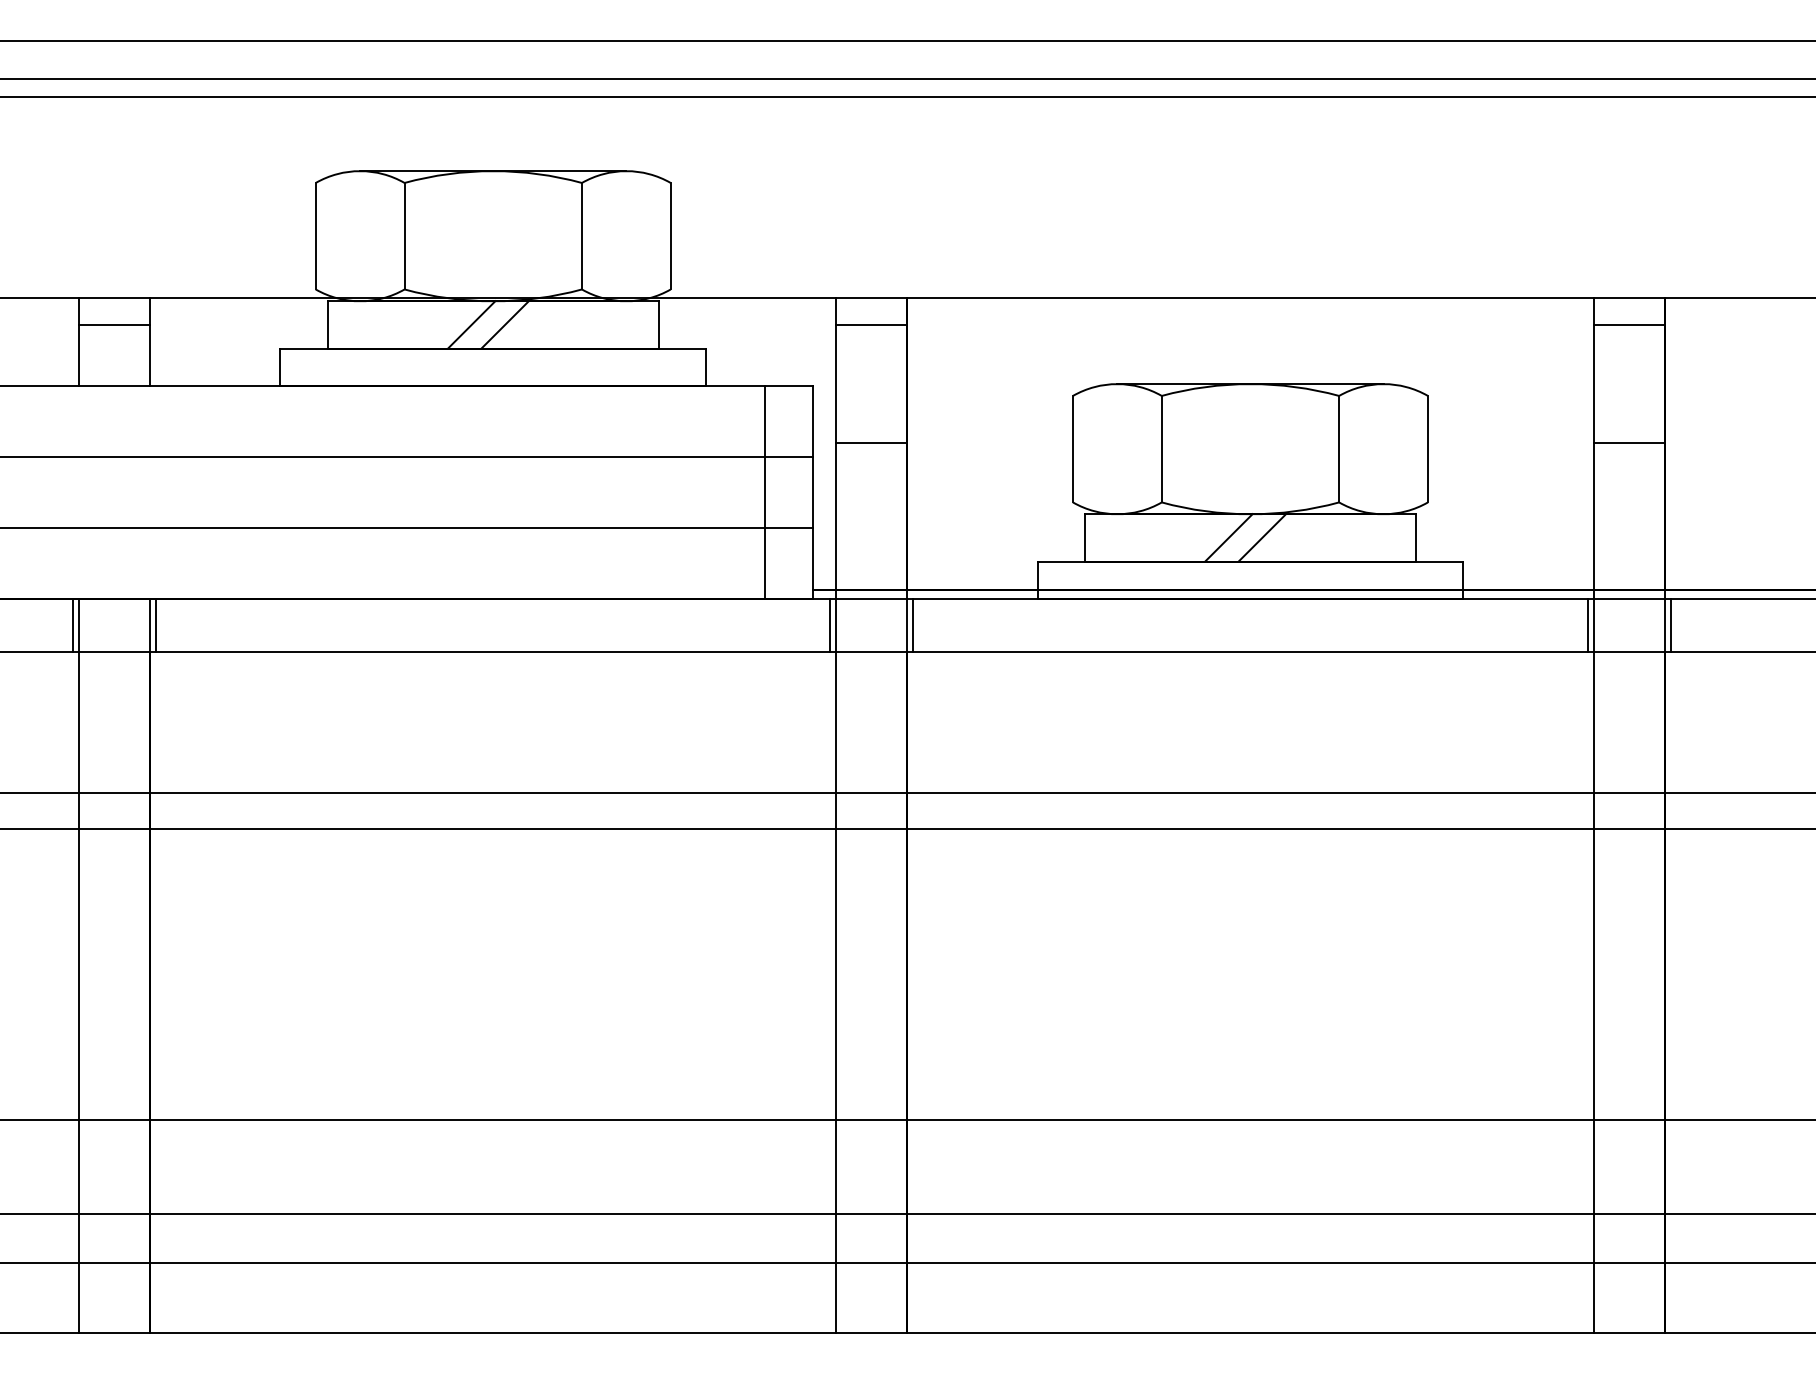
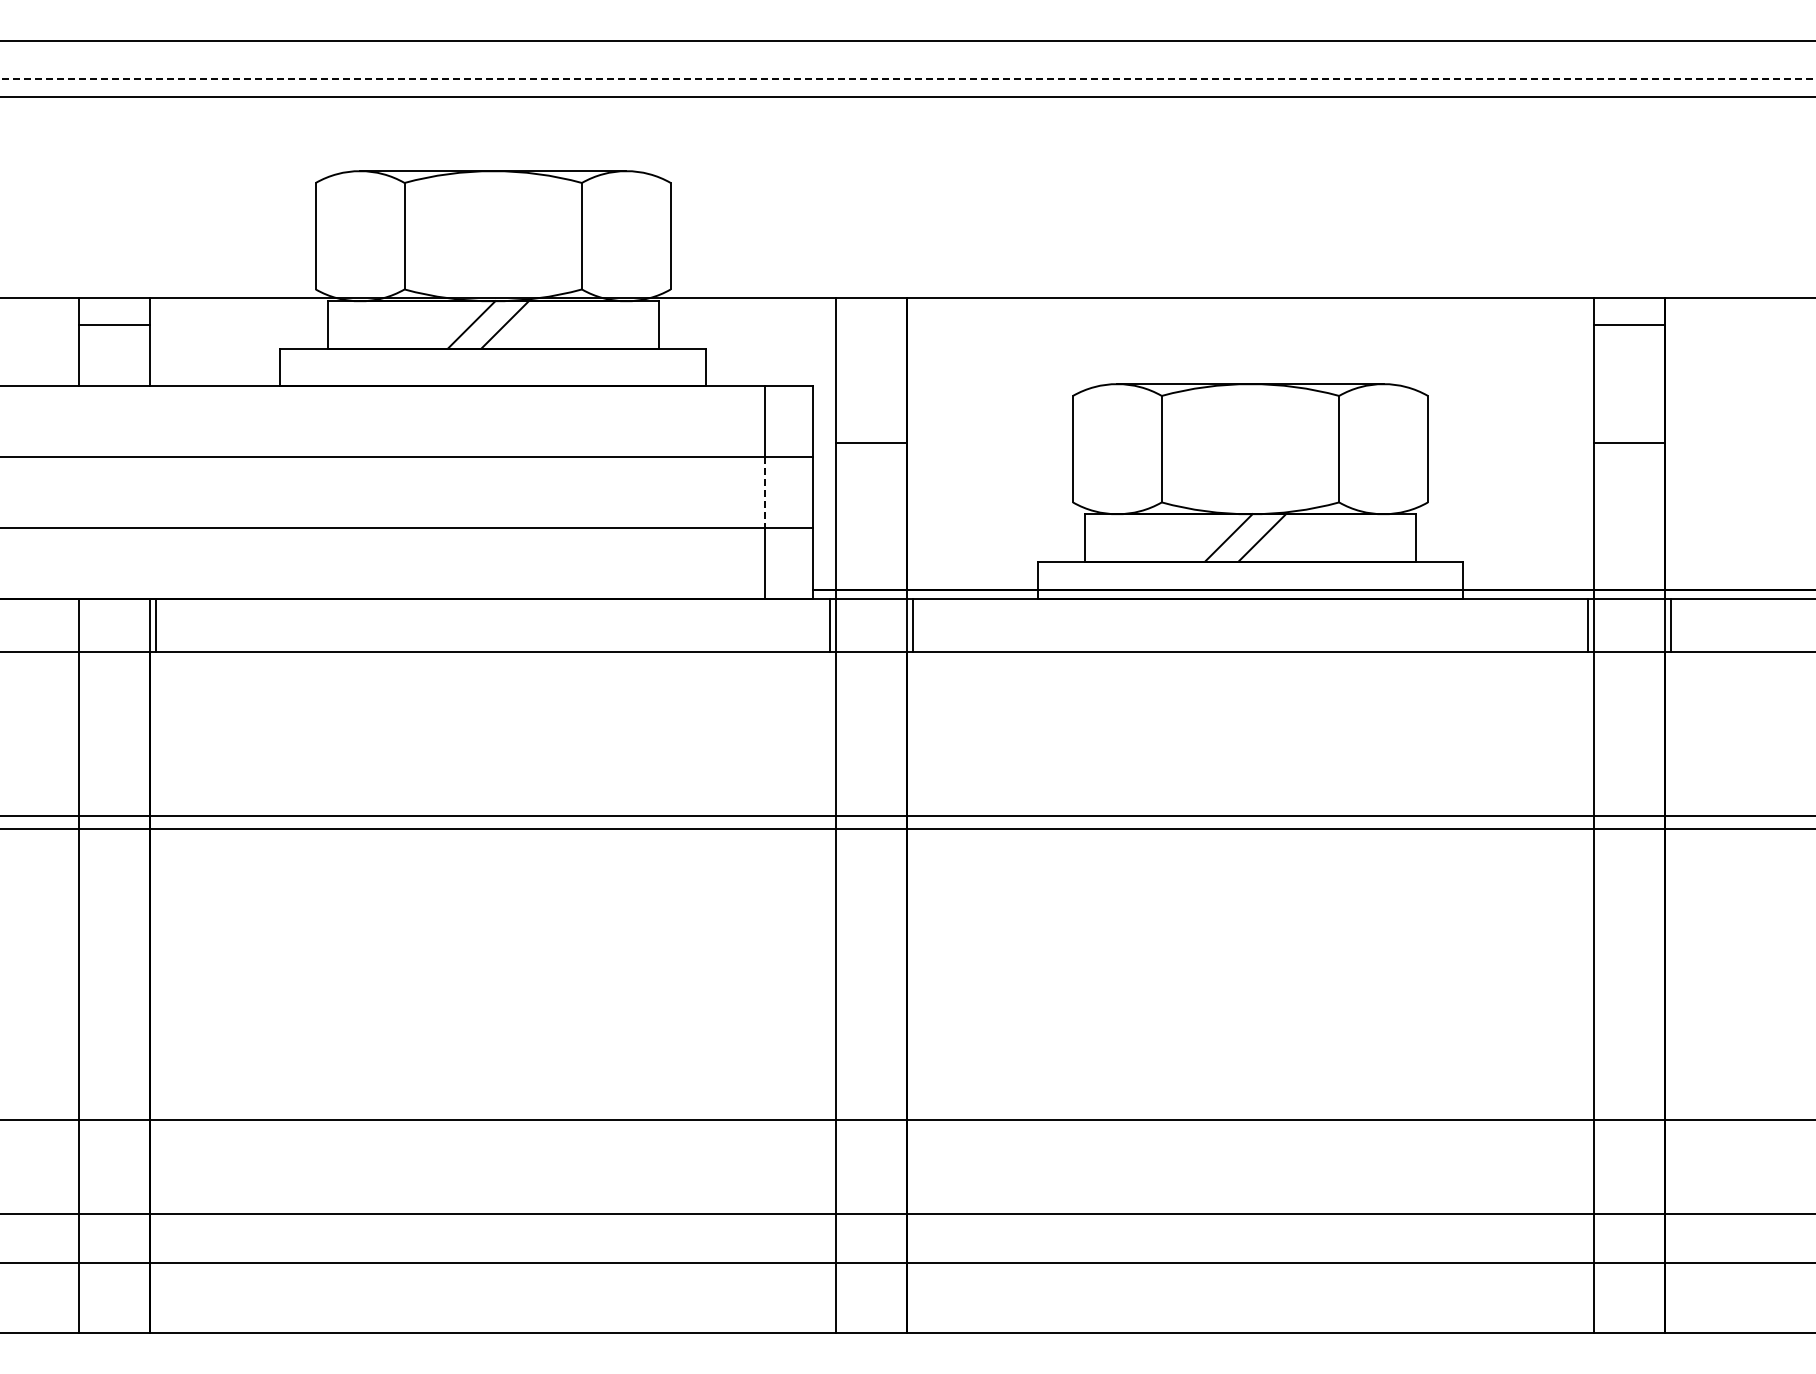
line at (908, 78): solid -> dashed
line at (871, 324): present -> none
line at (765, 493): solid -> dashed
line at (73, 625): present -> none
line at (907, 793) position: (907, 793) -> (907, 816)
